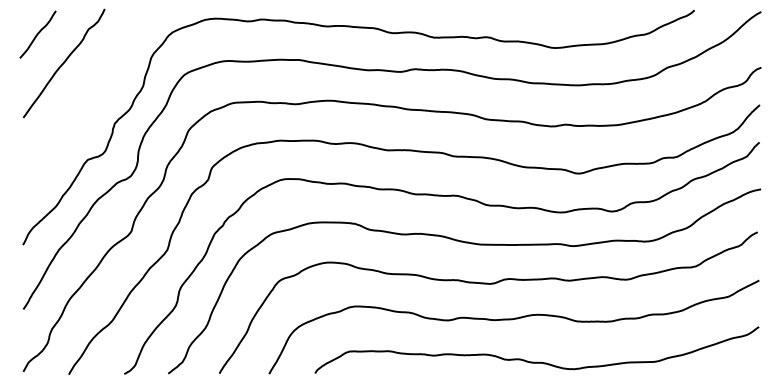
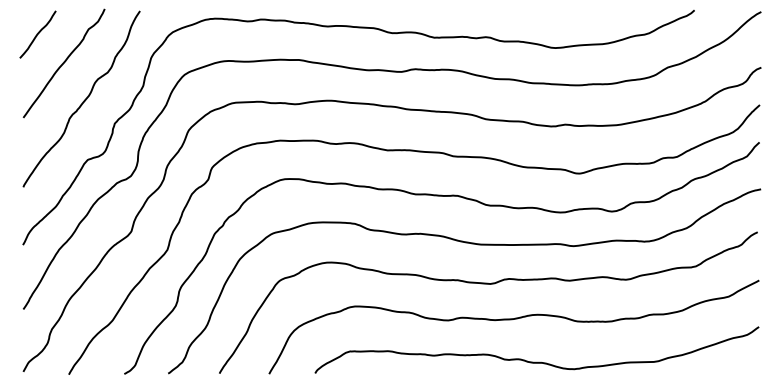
curve at (83, 100): none -> present
